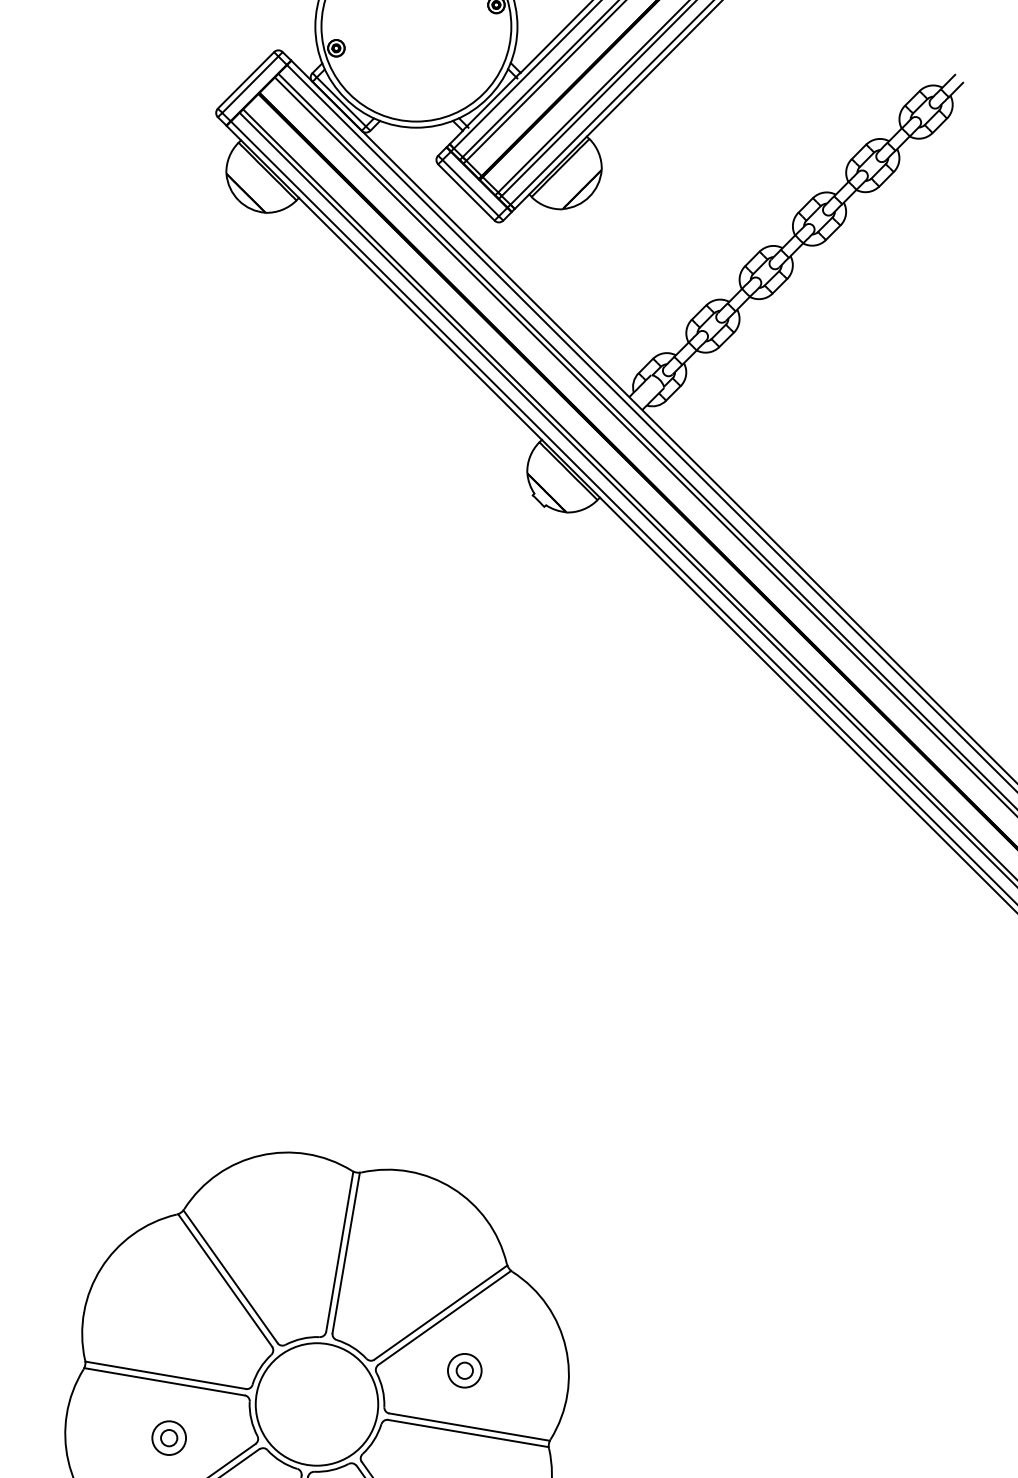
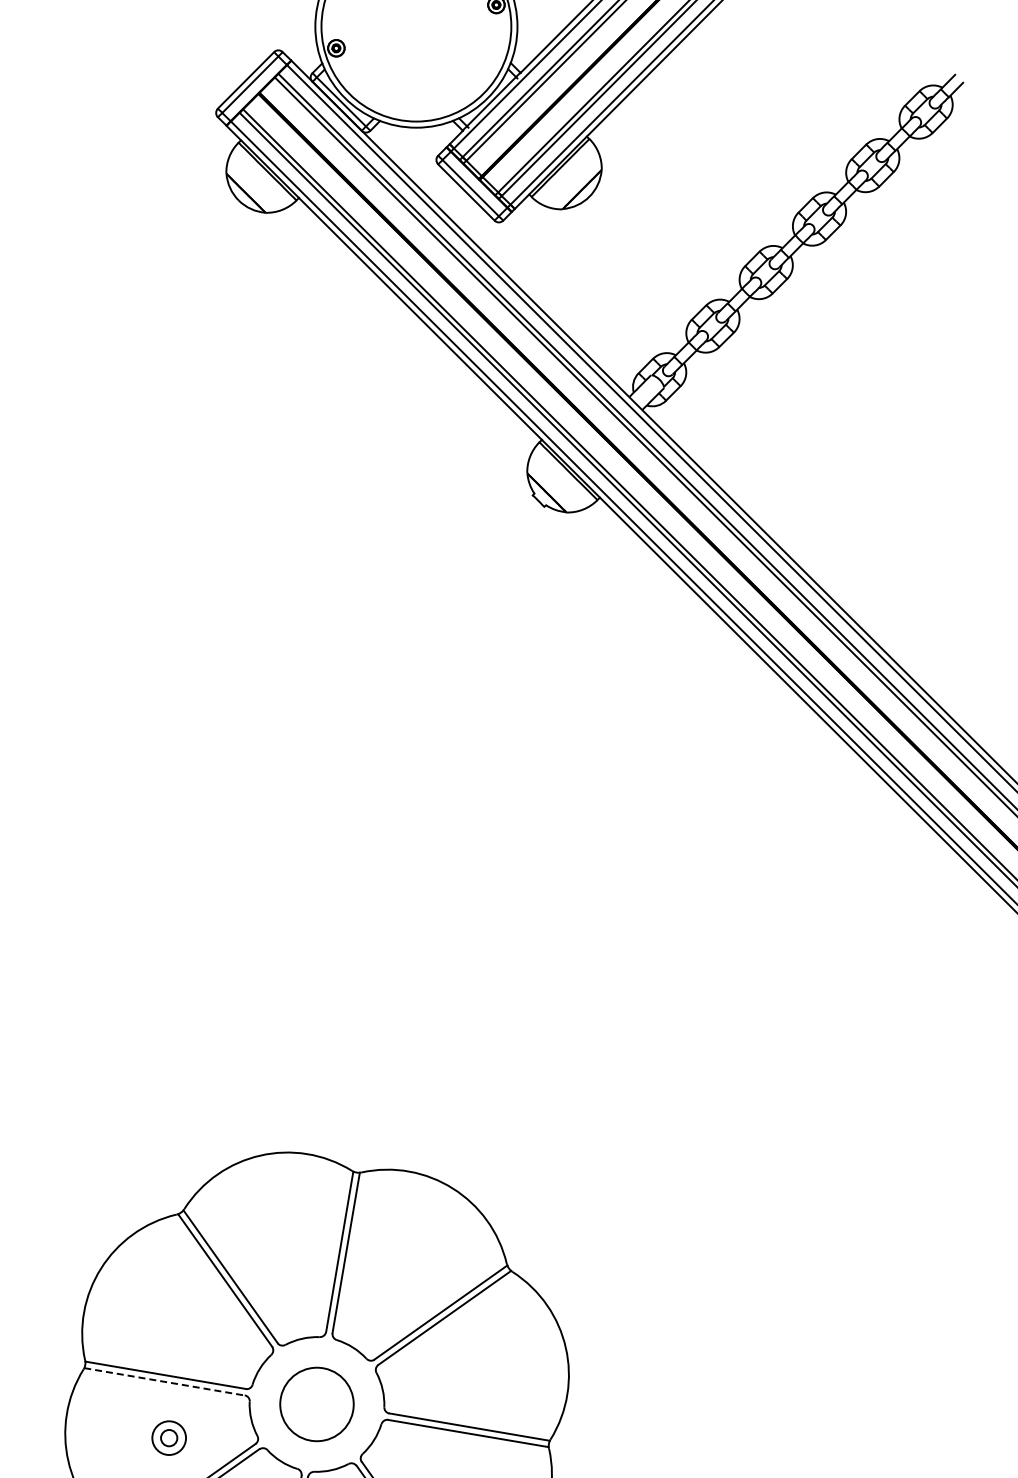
part at (464, 1370): present -> none
line at (164, 1381): solid -> dashed
circle at (316, 1404) diameter: 122 px -> 73 px
